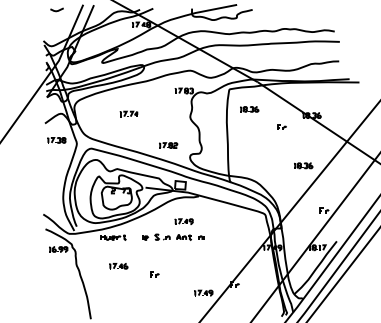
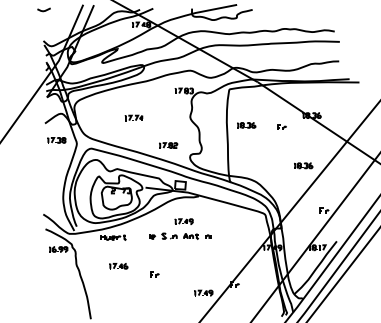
line at (56, 10) position: (56, 10) -> (43, 10)
part at (249, 109) position: (249, 109) -> (246, 125)
part at (128, 113) position: (128, 113) -> (133, 117)
part at (173, 236) position: (173, 236) -> (180, 235)
